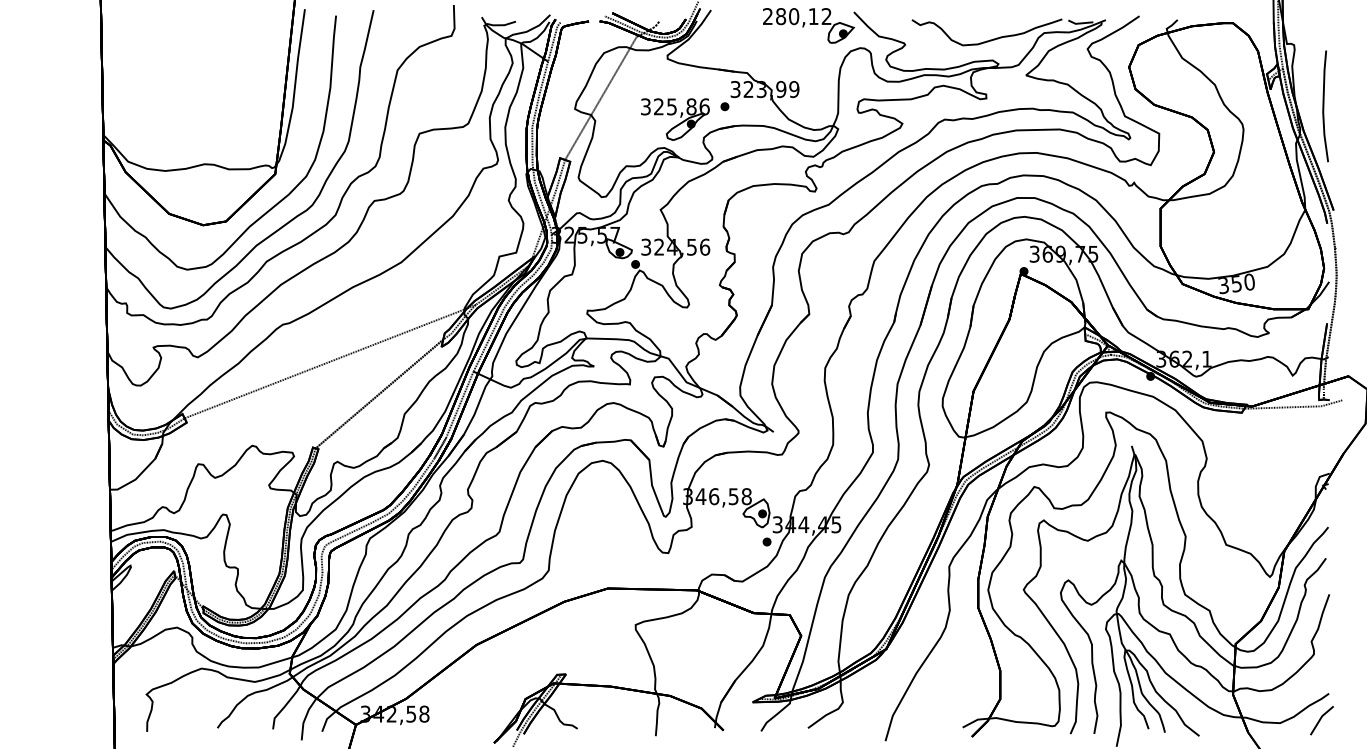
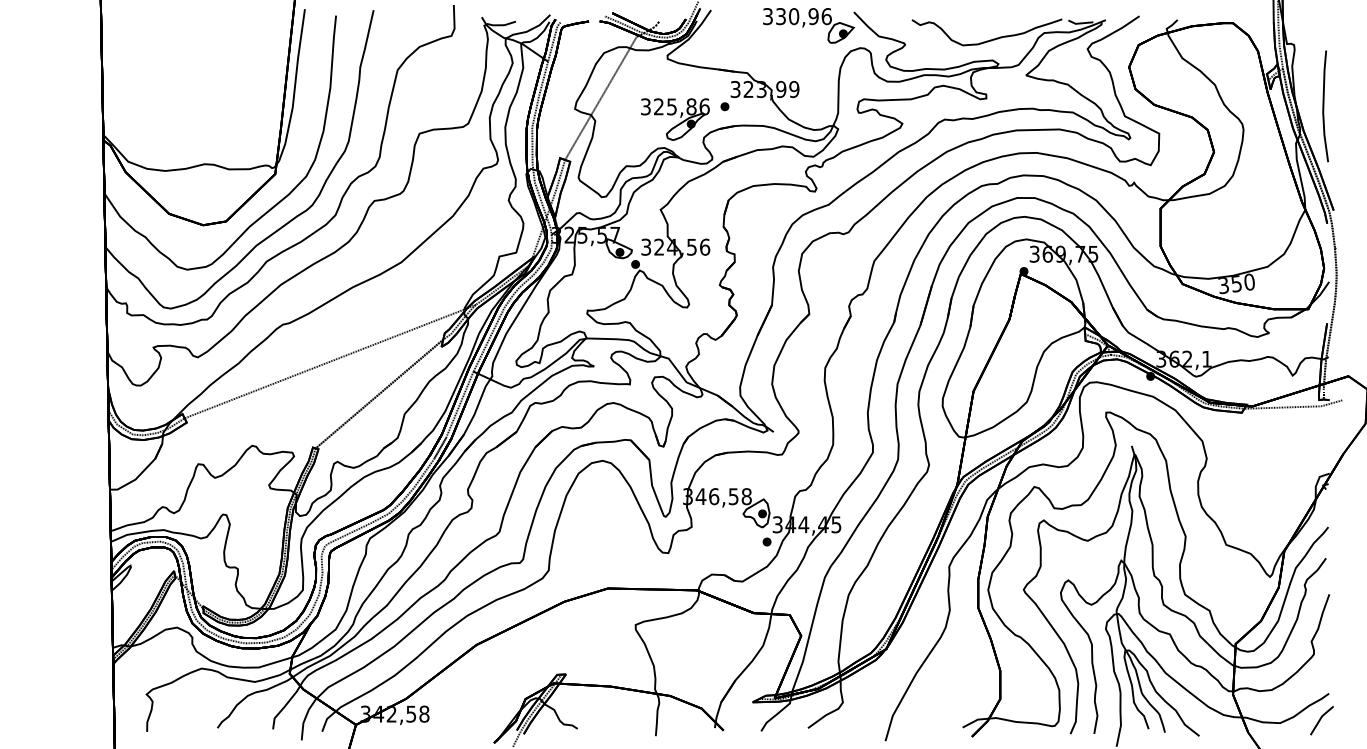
text at (797, 16): 280,12 -> 330,96
